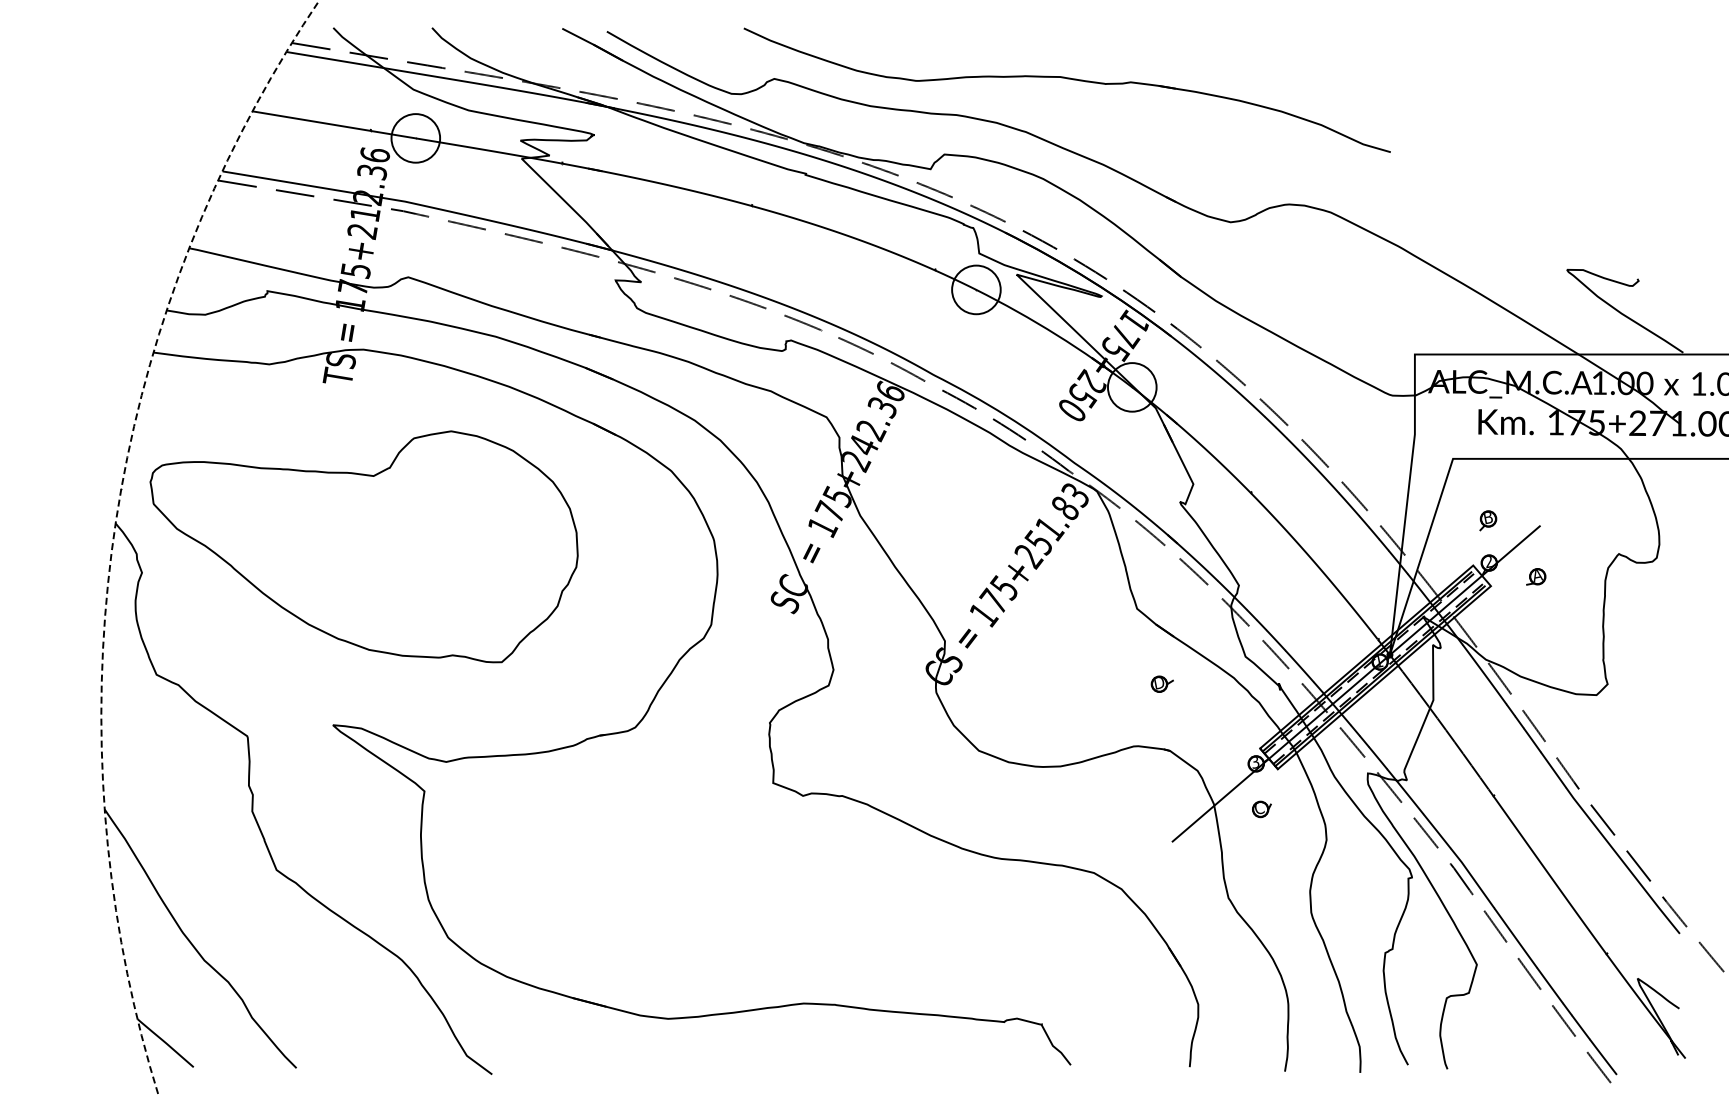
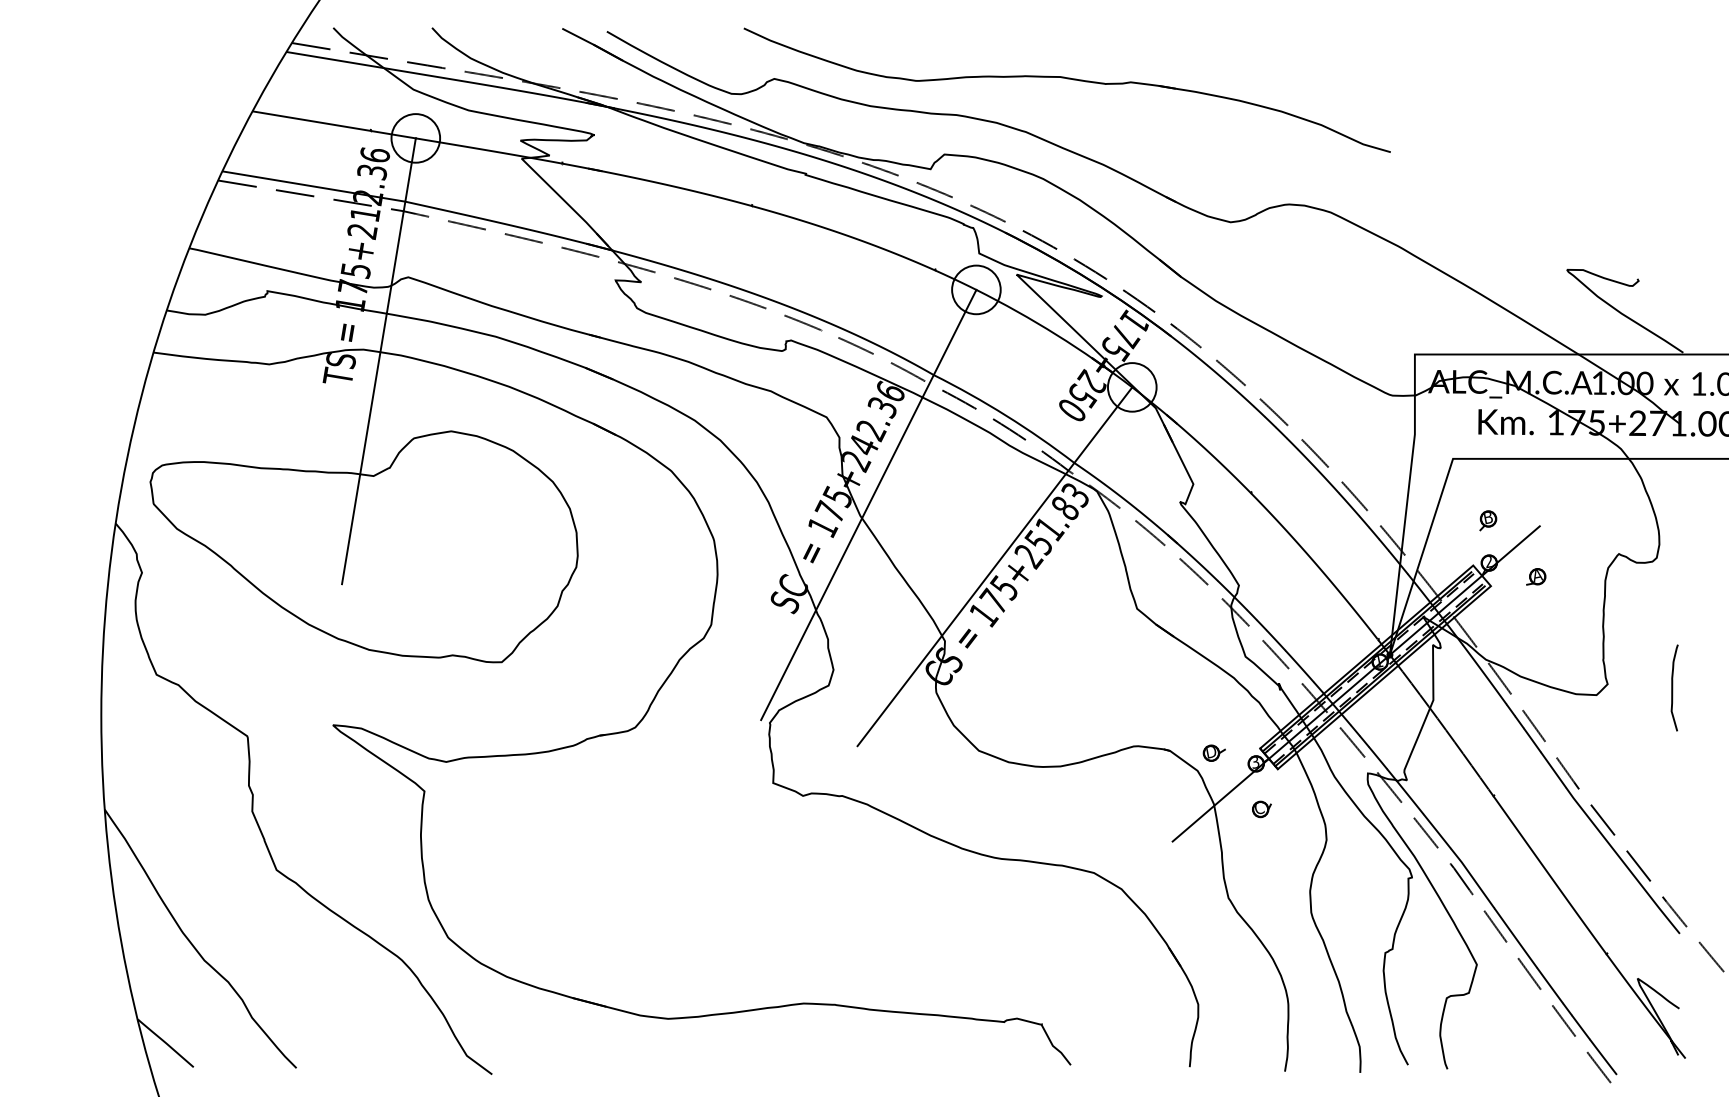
line at (378, 361): none -> present
line at (868, 504): none -> present
circle at (210, 548): dashed -> solid
line at (994, 566): none -> present
part at (1161, 683) position: (1161, 683) -> (1213, 752)
curve at (1673, 687): none -> present
